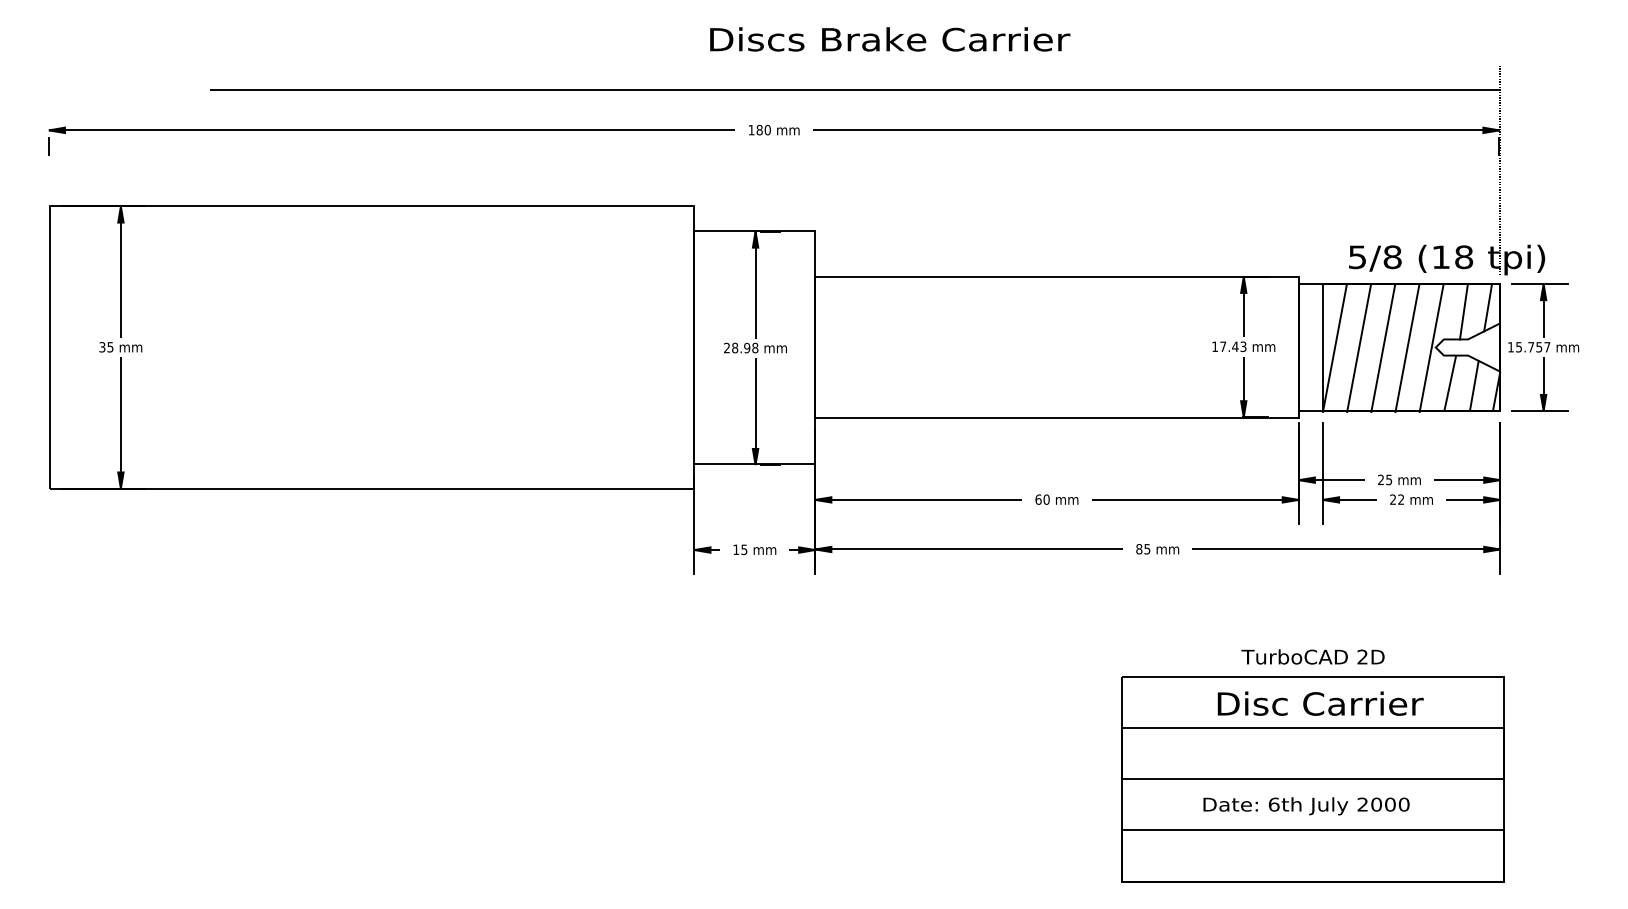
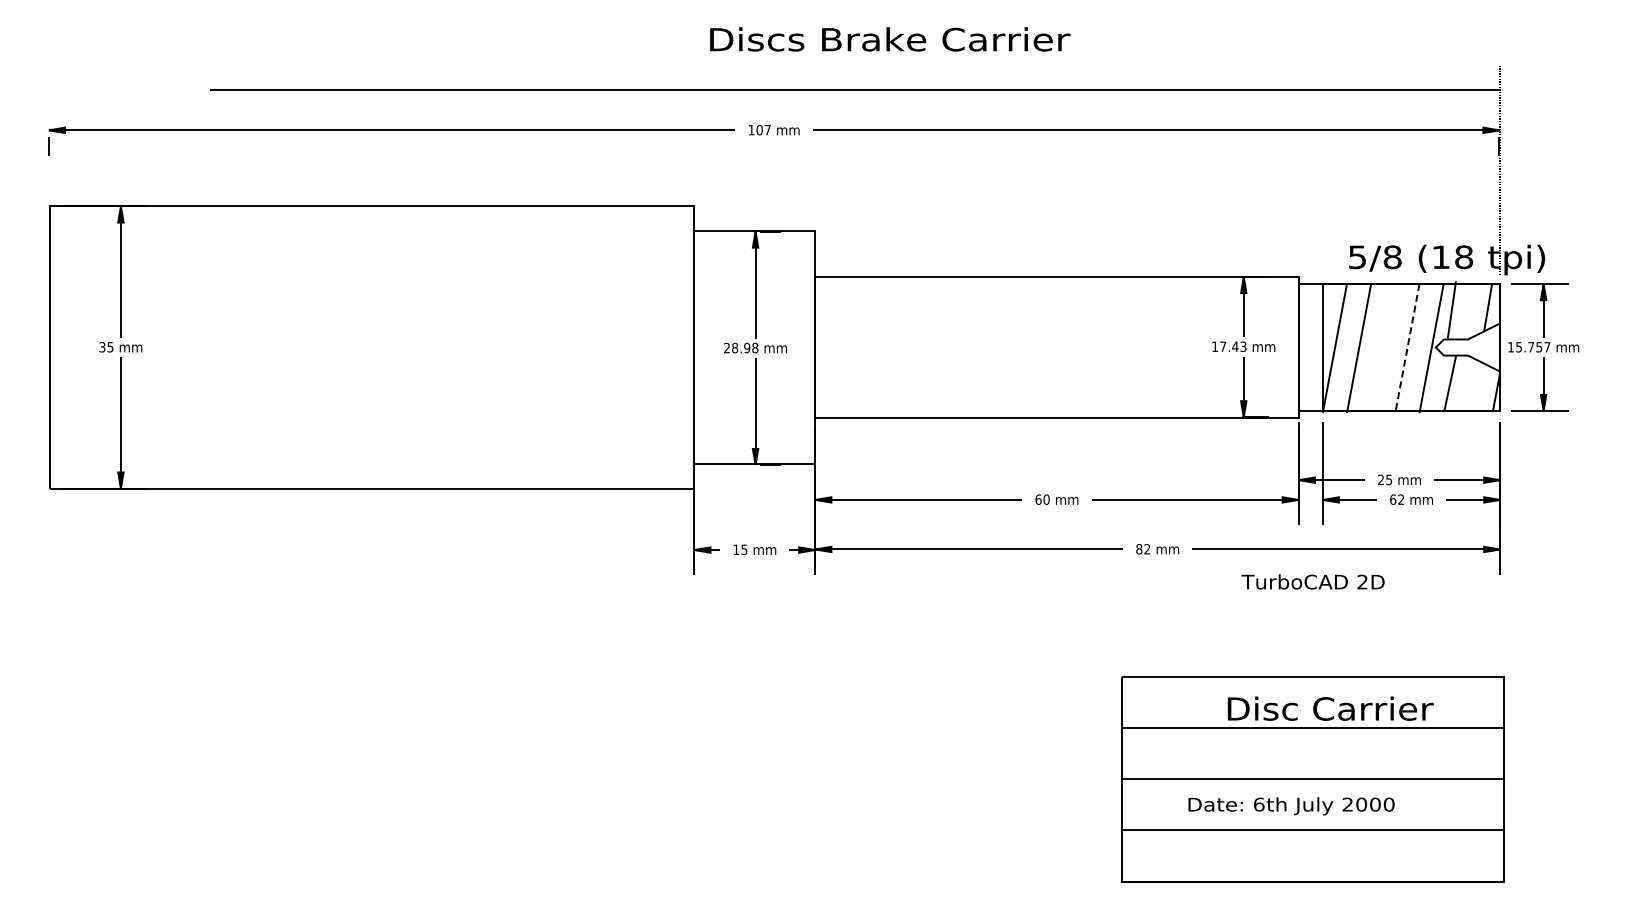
text at (763, 129): 180 -> 107
line at (1463, 311) position: (1463, 311) -> (1451, 309)
line at (1383, 347): present -> none
line at (1407, 348): solid -> dashed
line at (1473, 386): present -> none
text at (1393, 499): 22 -> 62
text at (1147, 549): 85 -> 82
text at (1312, 656) position: (1312, 656) -> (1312, 581)
text at (1320, 703) position: (1320, 703) -> (1330, 708)
text at (1306, 806) position: (1306, 806) -> (1291, 806)
